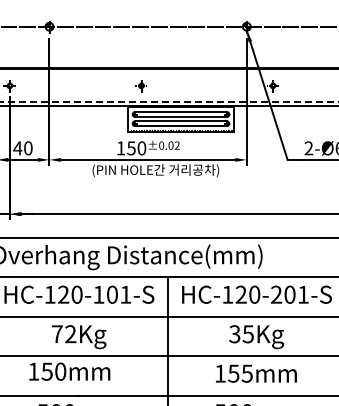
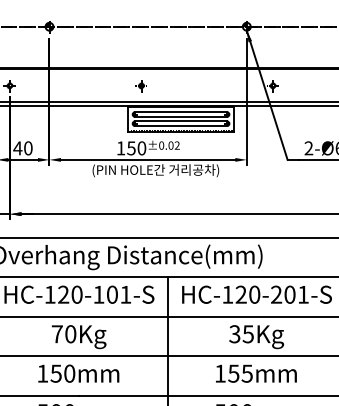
line at (169, 101): dashed -> solid
text at (70, 334): 72Kg -> 70Kg
text at (69, 371) position: (69, 371) -> (78, 373)
